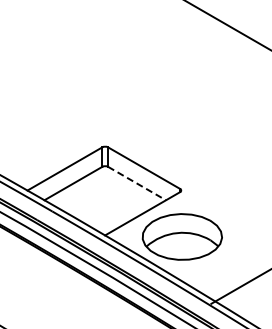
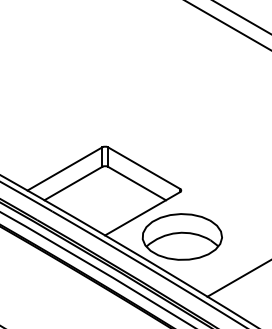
line at (241, 17): none -> present
line at (137, 183): dashed -> solid
line at (239, 286) position: (239, 286) -> (237, 278)
